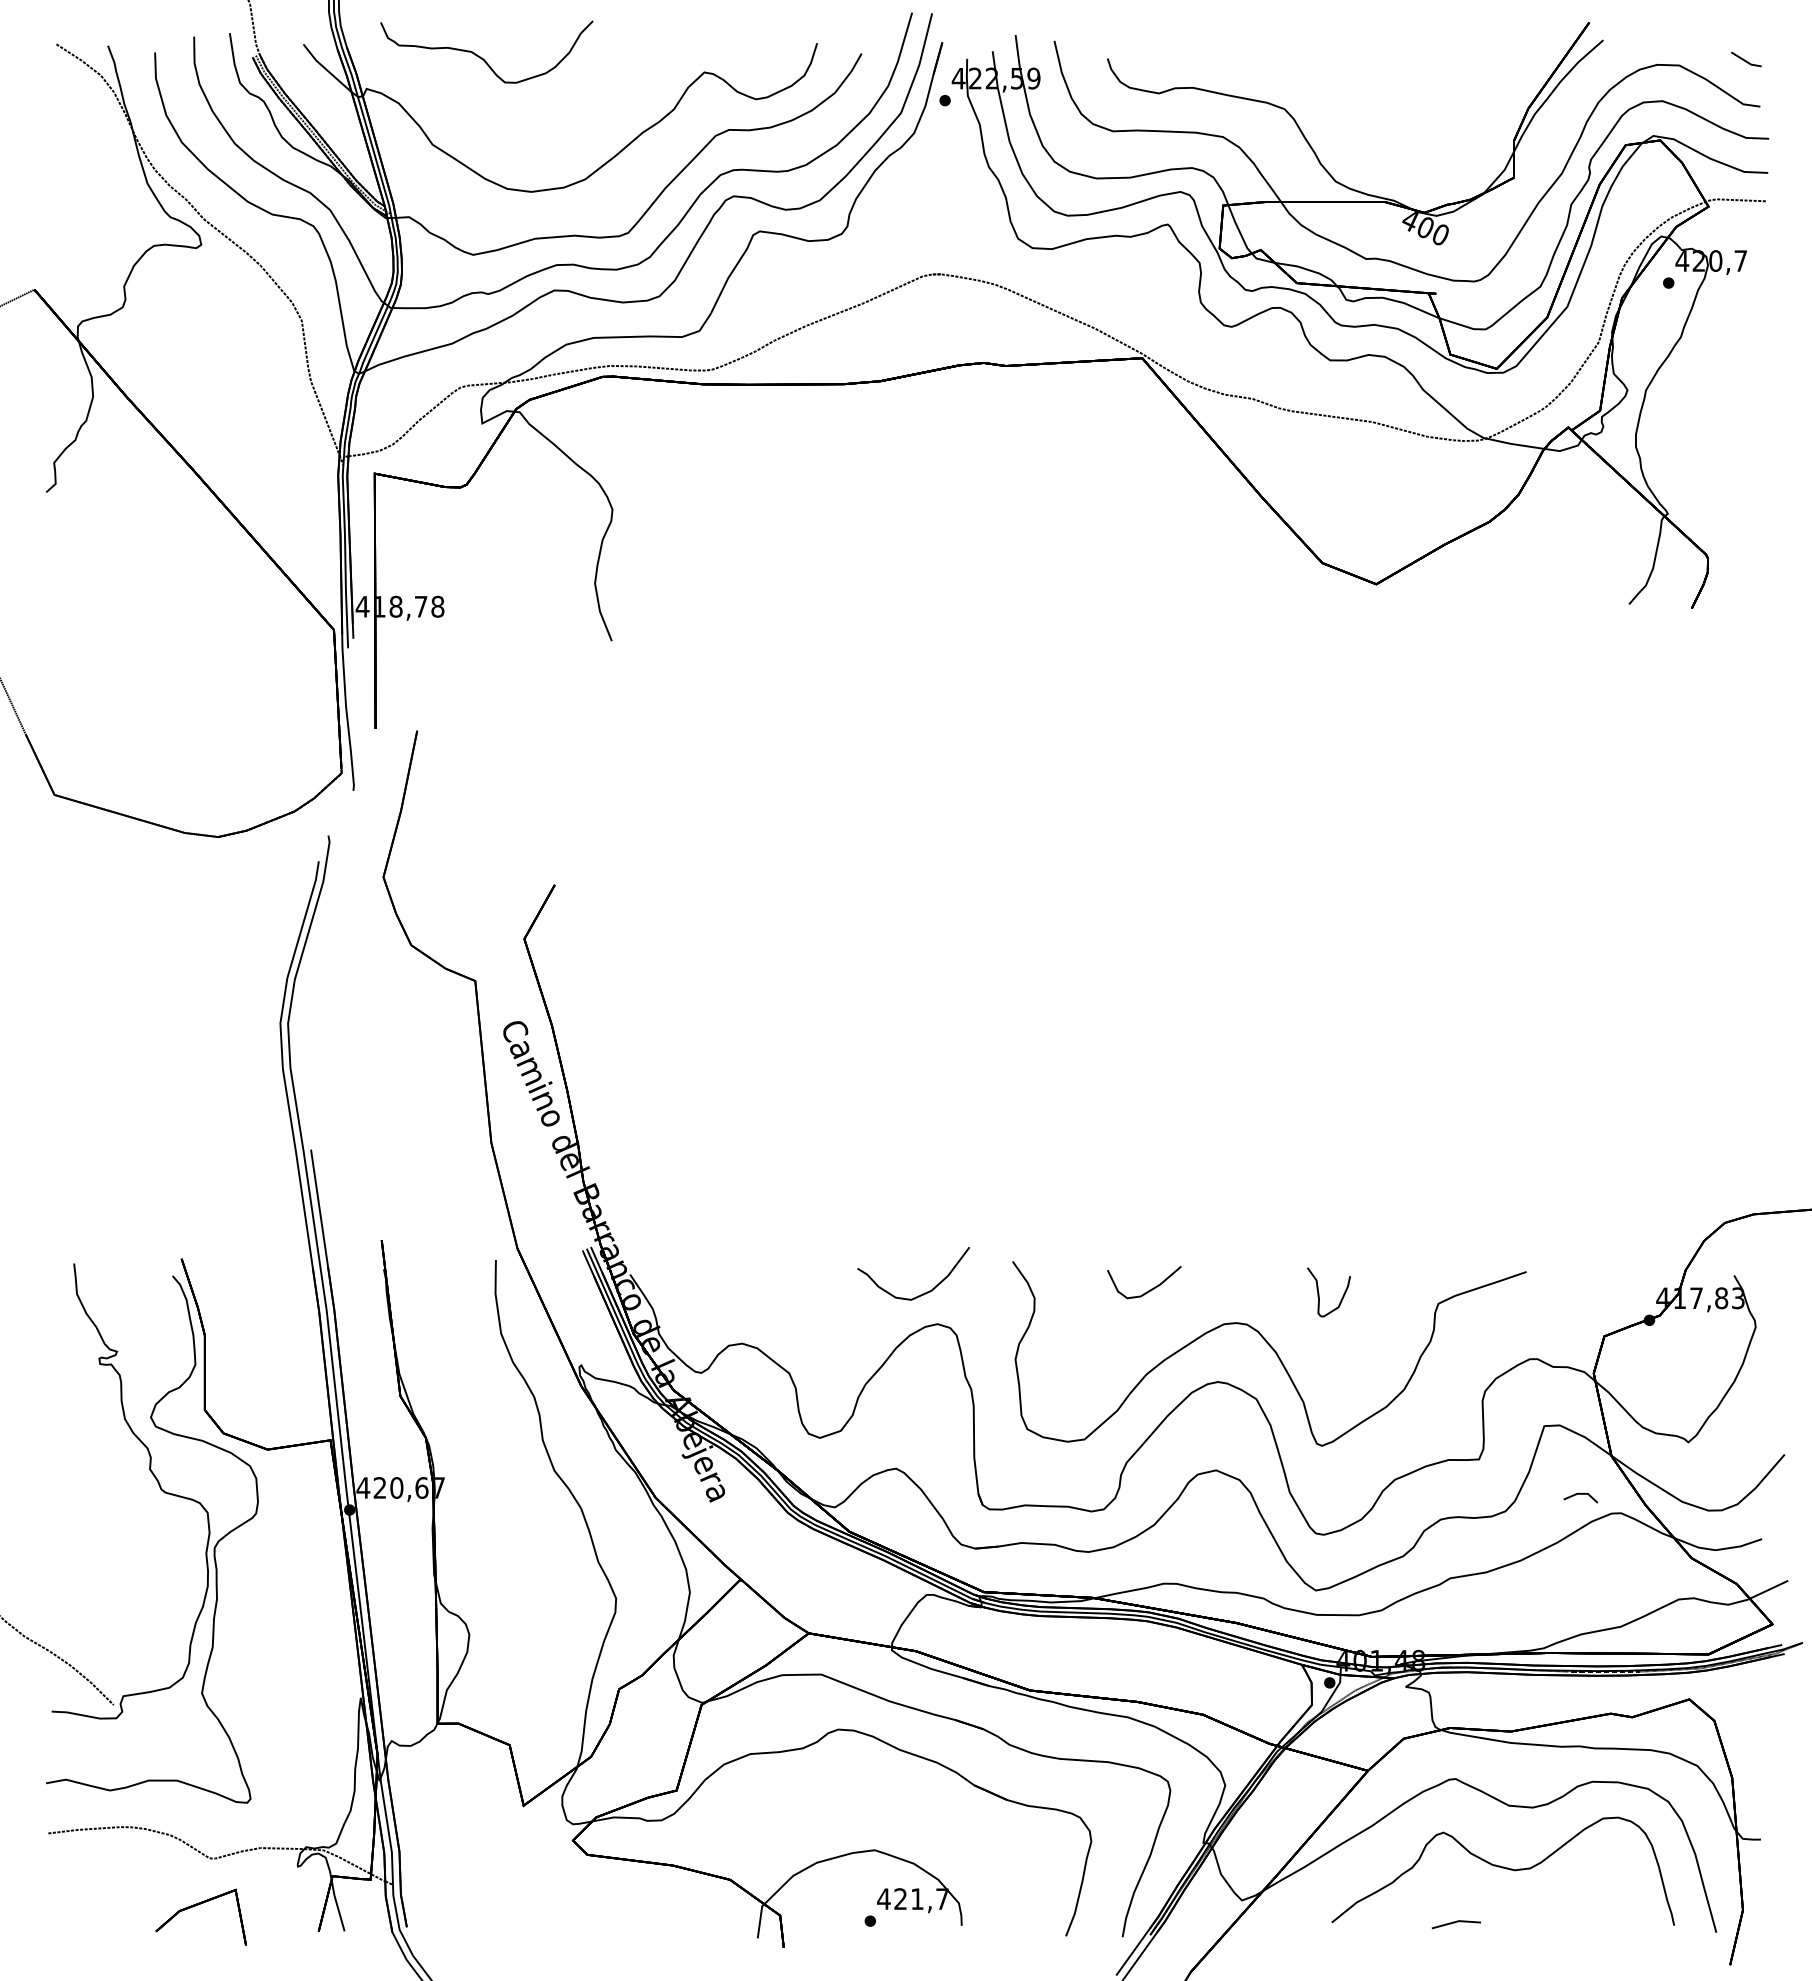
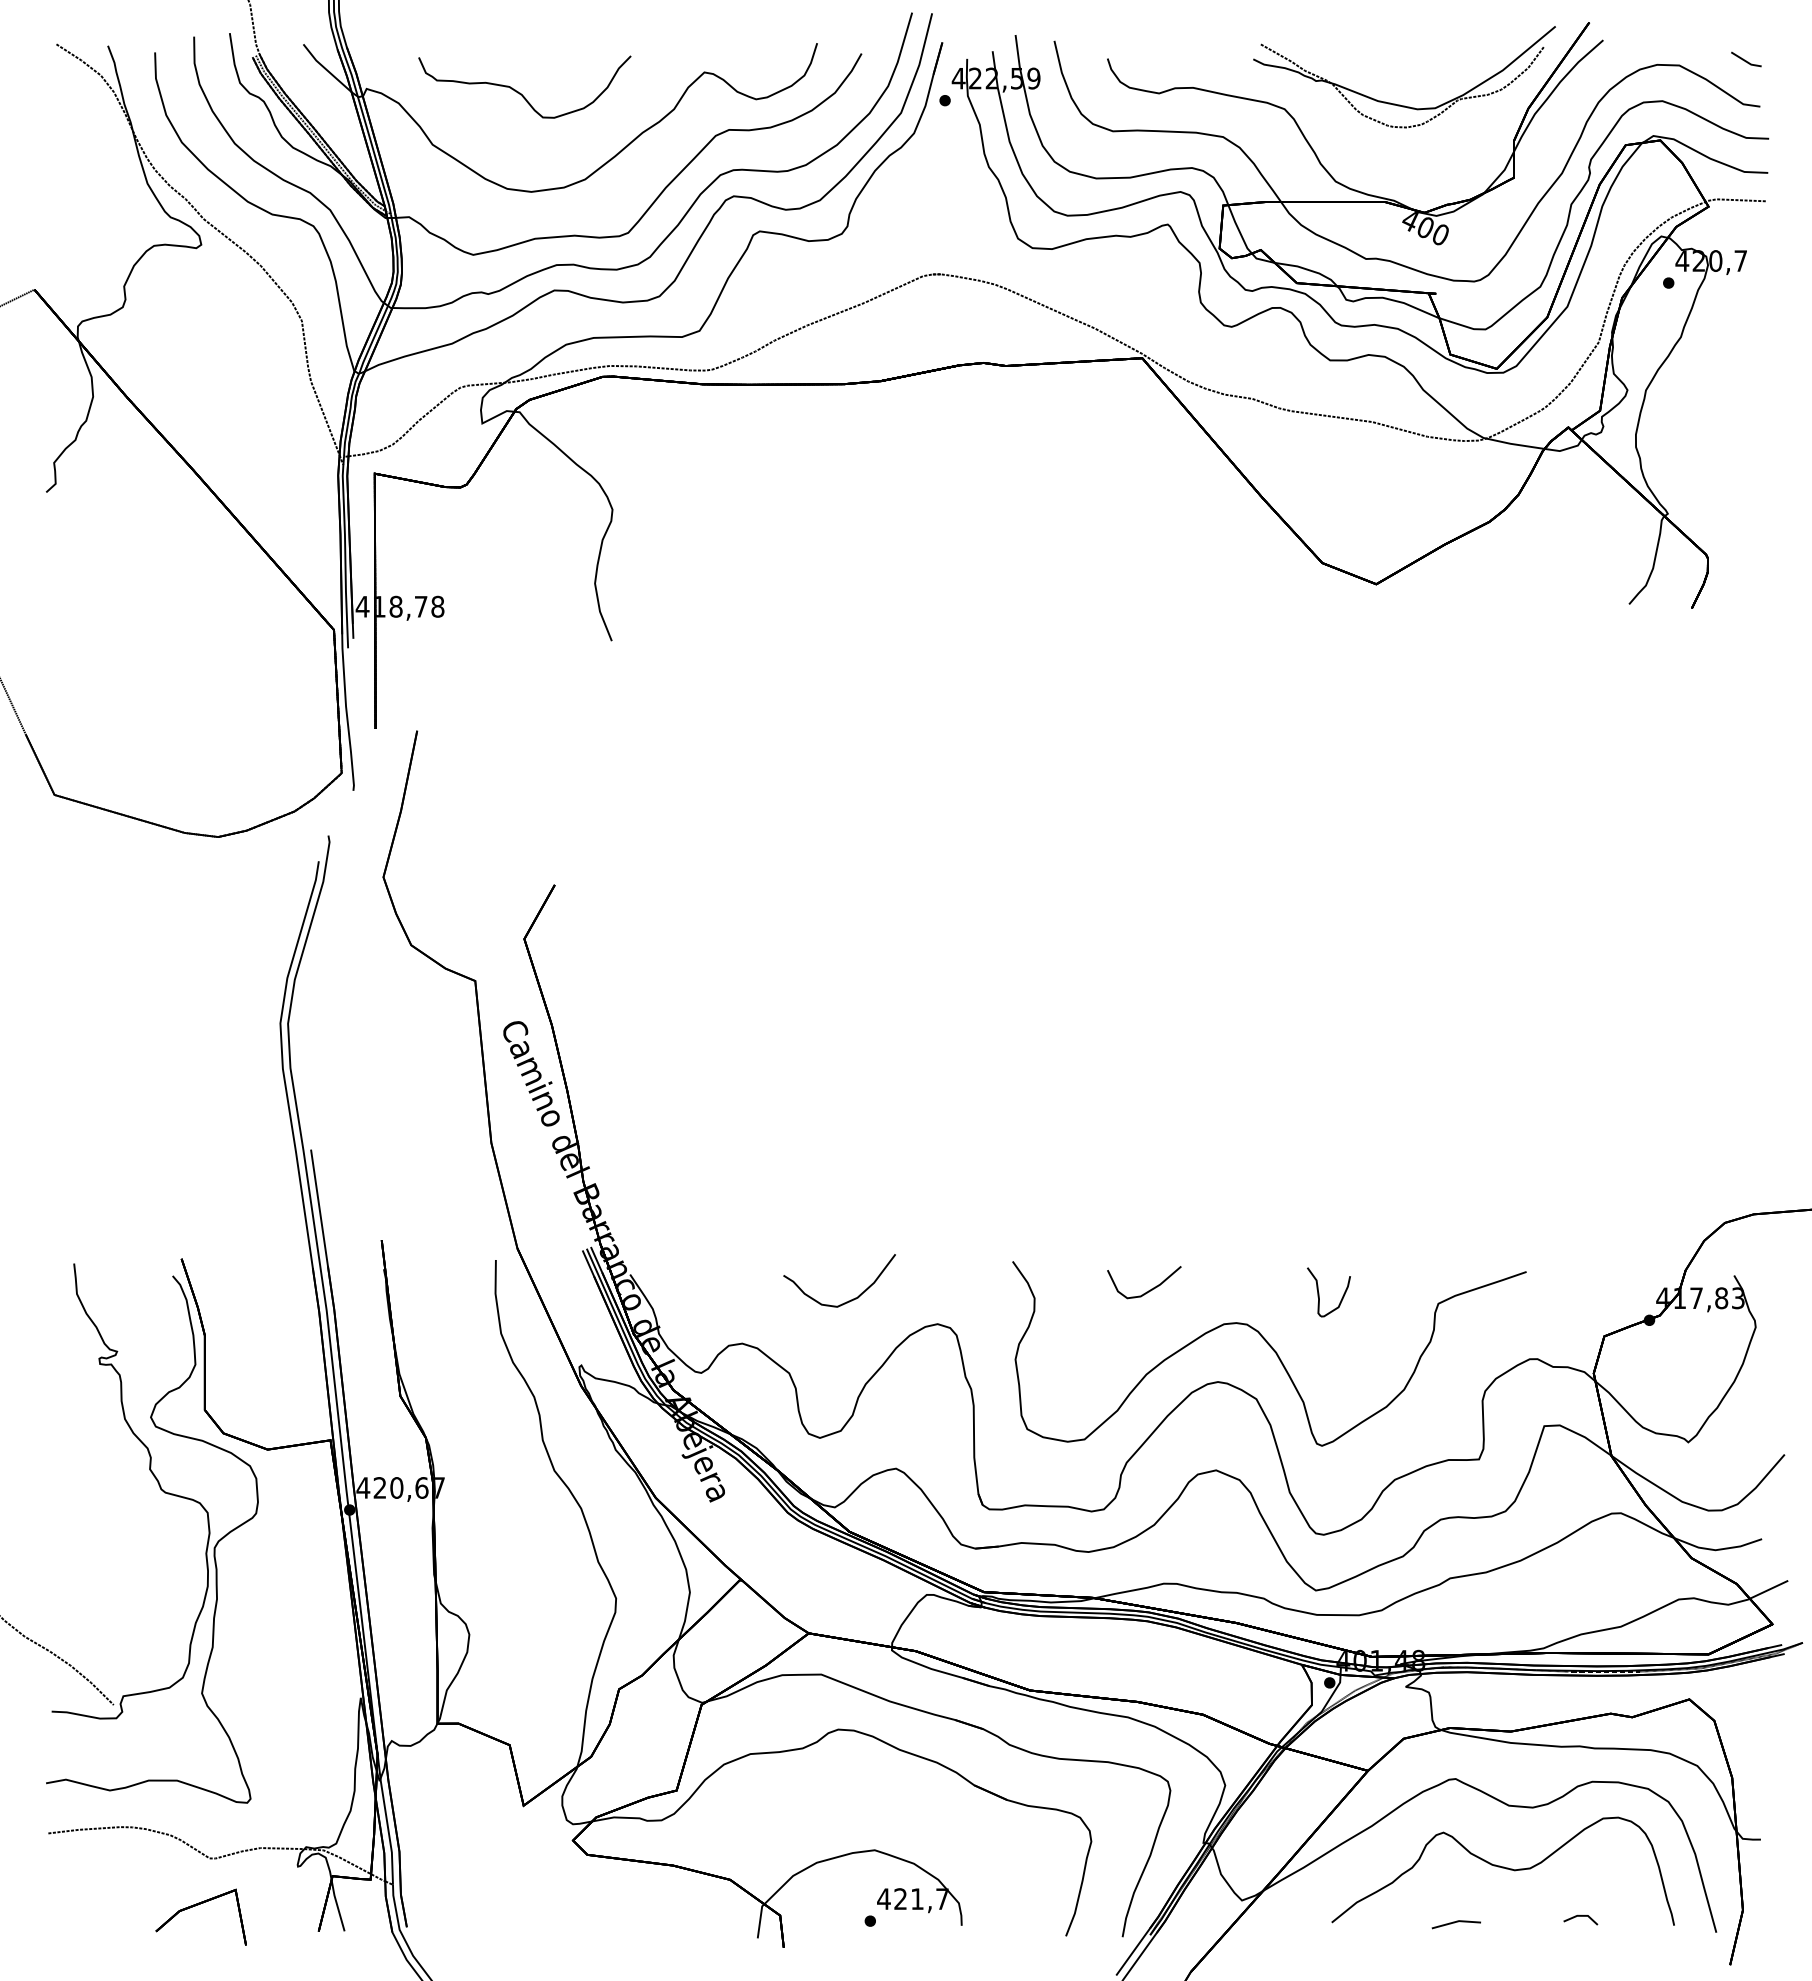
curve at (482, 57) position: (482, 57) -> (520, 92)
part at (1400, 104): none -> present
curve at (922, 1293) position: (922, 1293) -> (848, 1300)
line at (1580, 1494) position: (1580, 1494) -> (1580, 1916)
